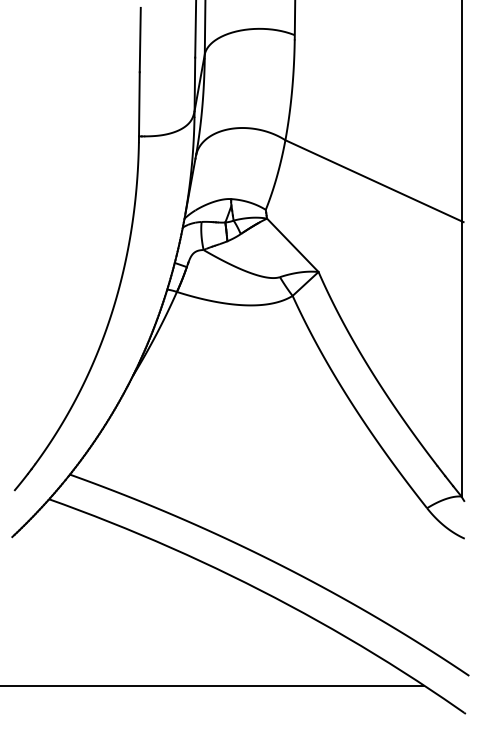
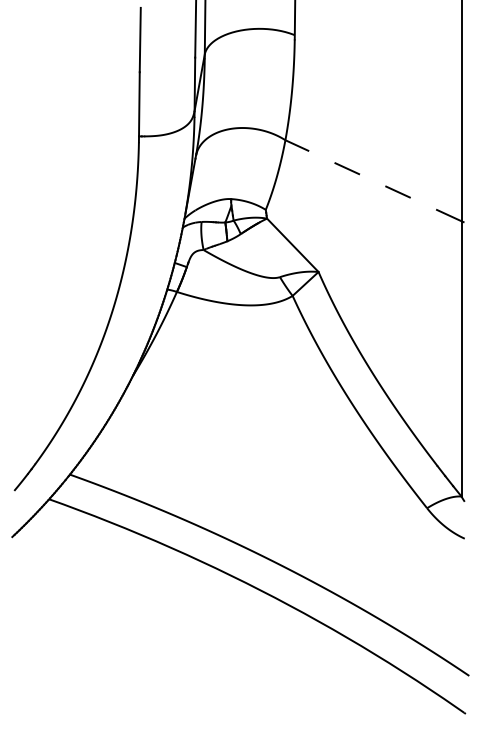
line at (373, 180): solid -> dashed
line at (213, 685): present -> none
